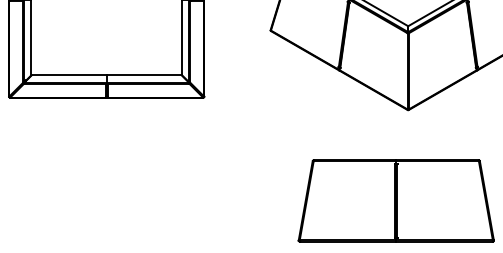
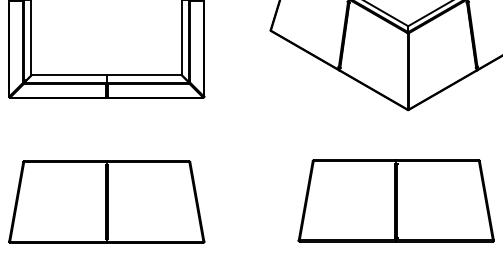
part at (106, 201): none -> present
